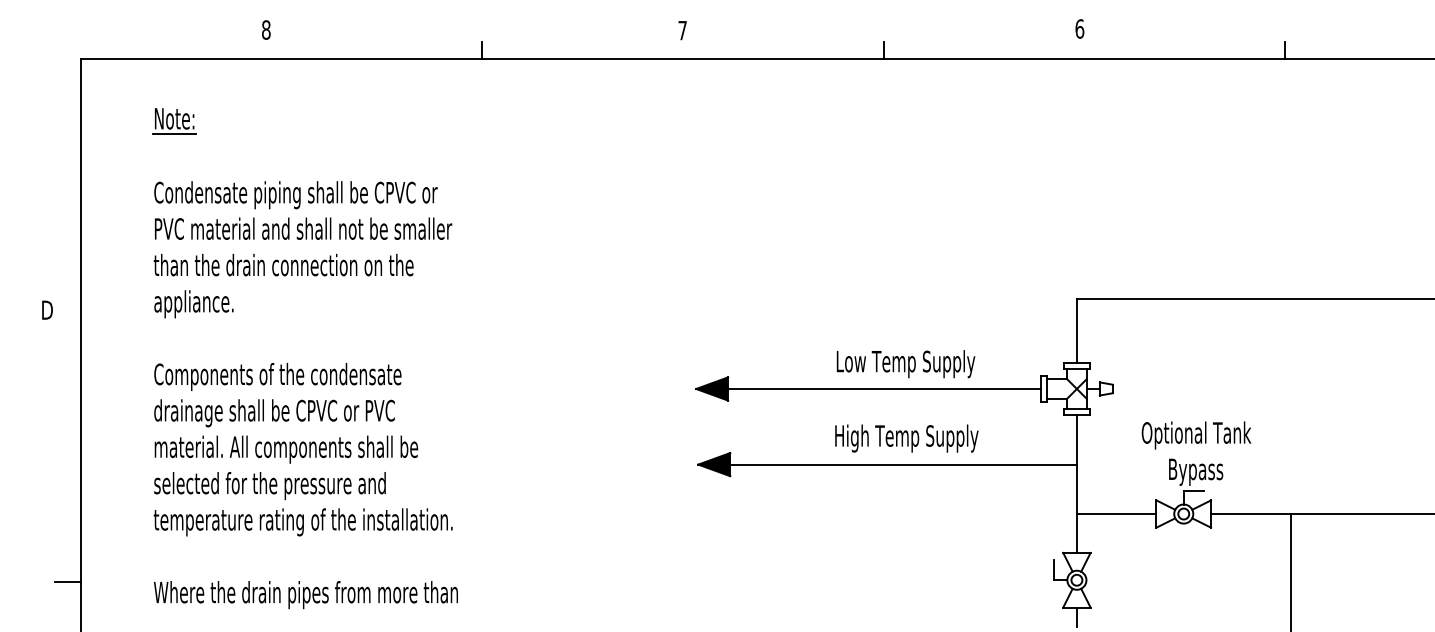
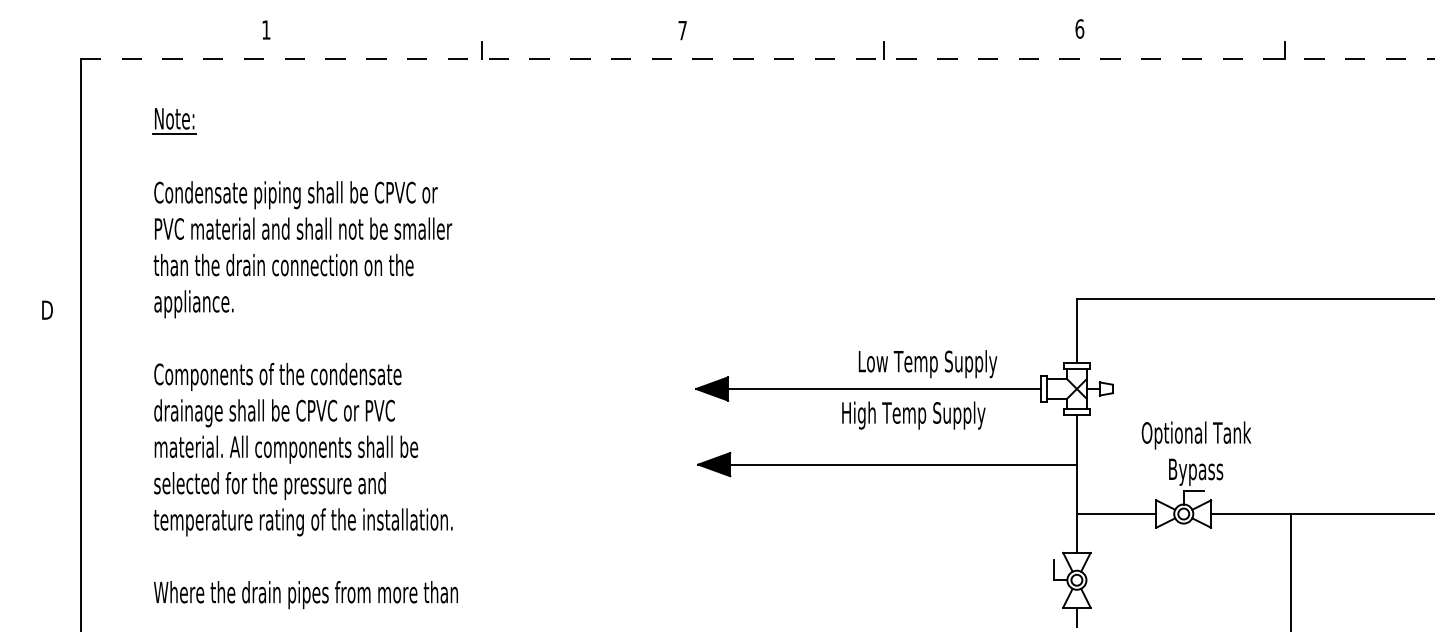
text at (266, 29): 8 -> 1
line at (757, 59): solid -> dashed
text at (905, 364) position: (905, 364) -> (927, 364)
text at (906, 438) position: (906, 438) -> (913, 415)
line at (67, 581): present -> none
